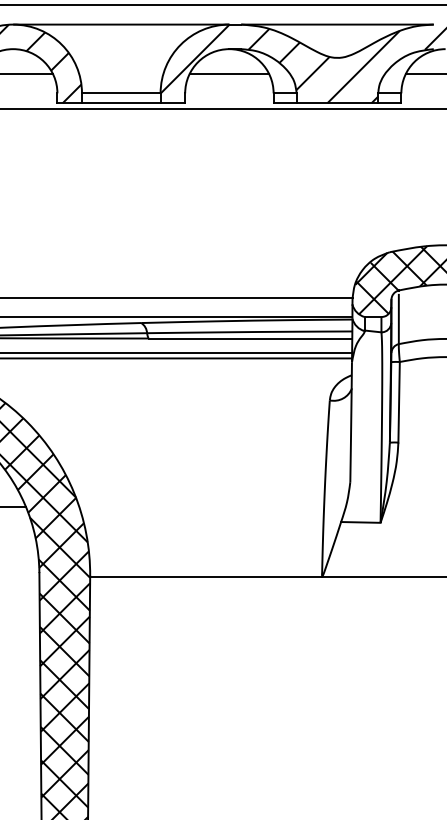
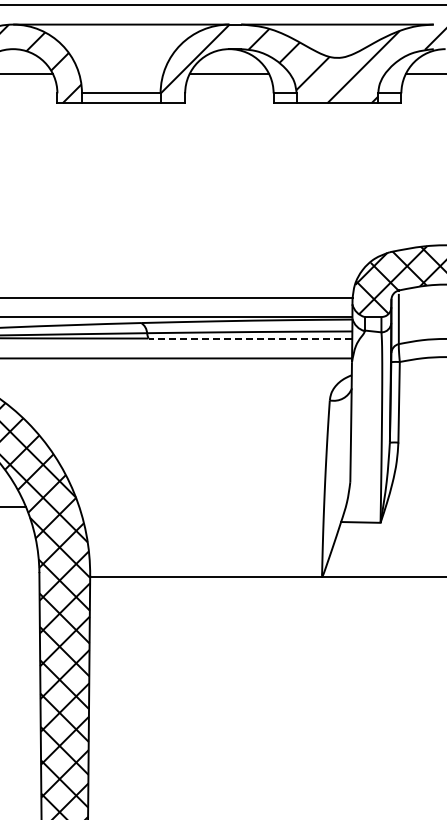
line at (222, 109): present -> none
line at (250, 338): solid -> dashed
line at (176, 353): present -> none
